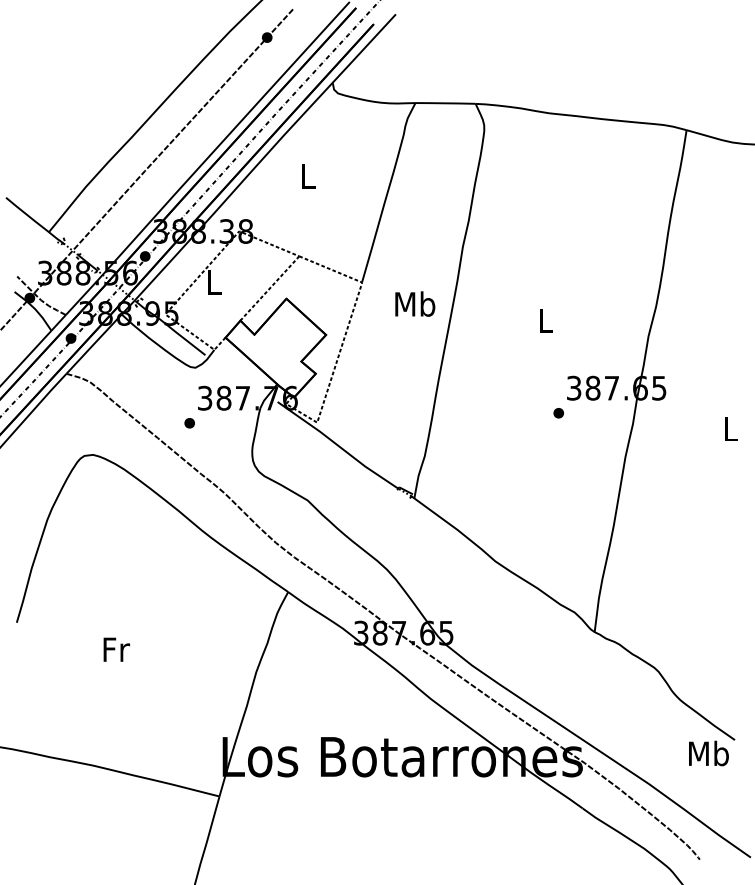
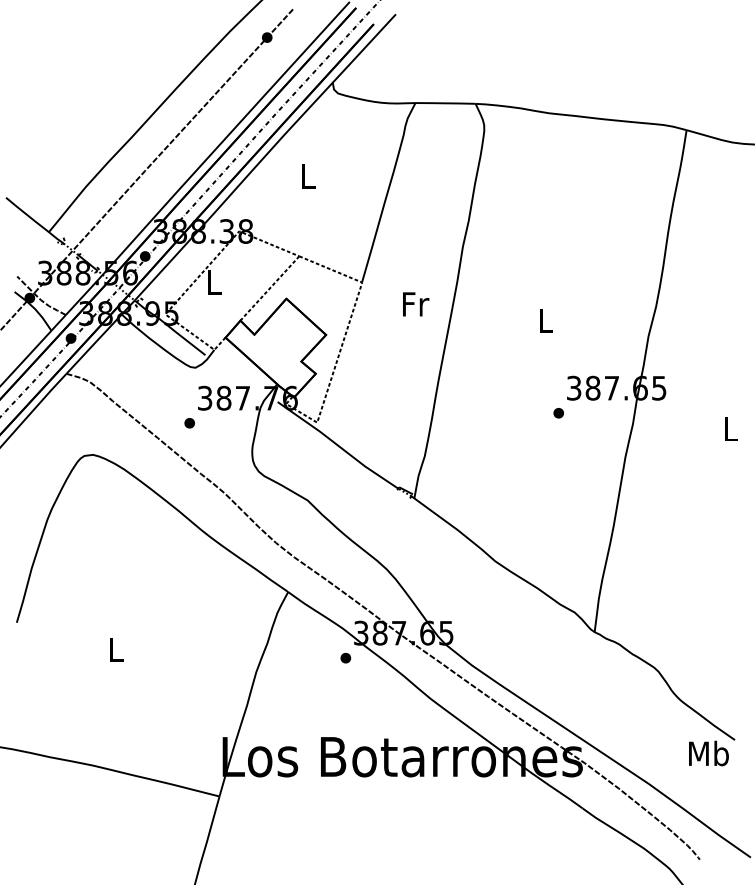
text at (415, 303): Mb -> Fr
text at (116, 649): Fr -> L
part at (345, 657): none -> present
